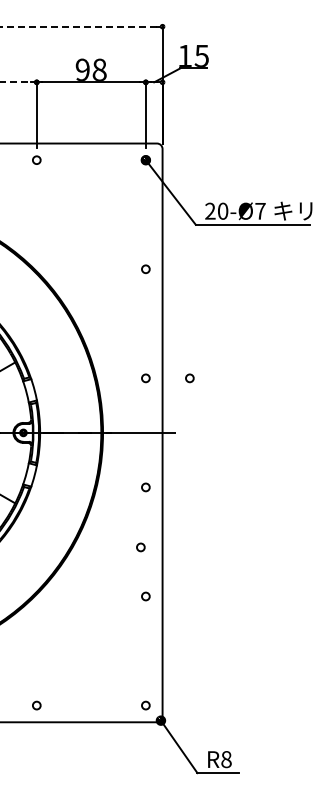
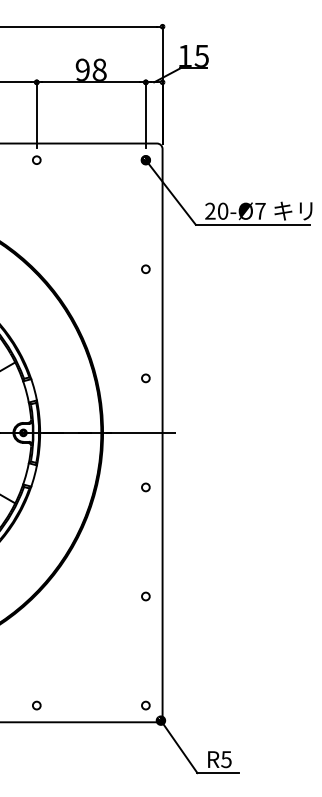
line at (79, 26): dashed -> solid
line at (16, 82): dashed -> solid
circle at (189, 378): present -> none
circle at (140, 547): present -> none
text at (226, 759): R8 -> R5
